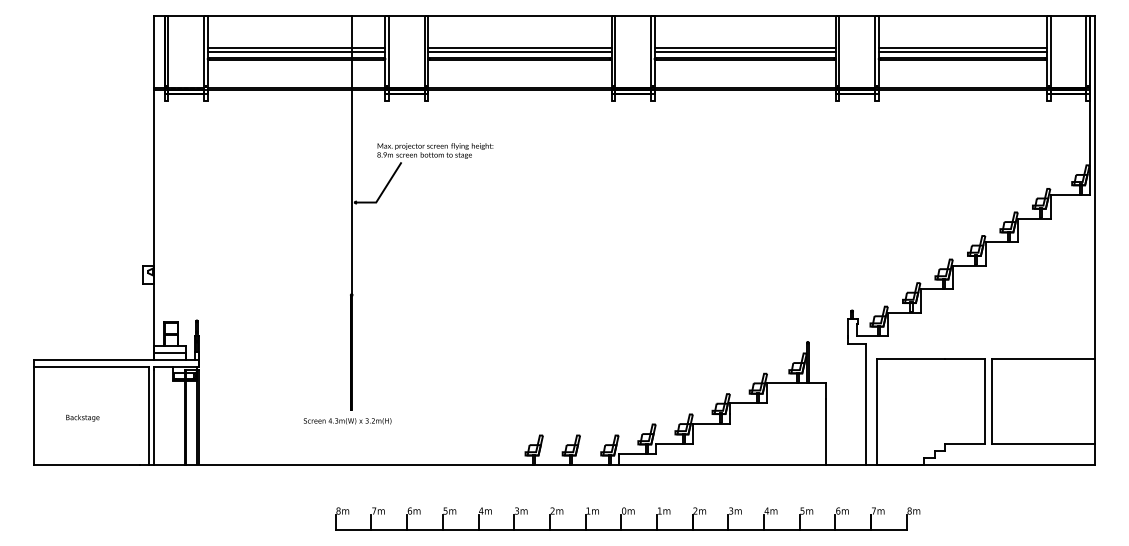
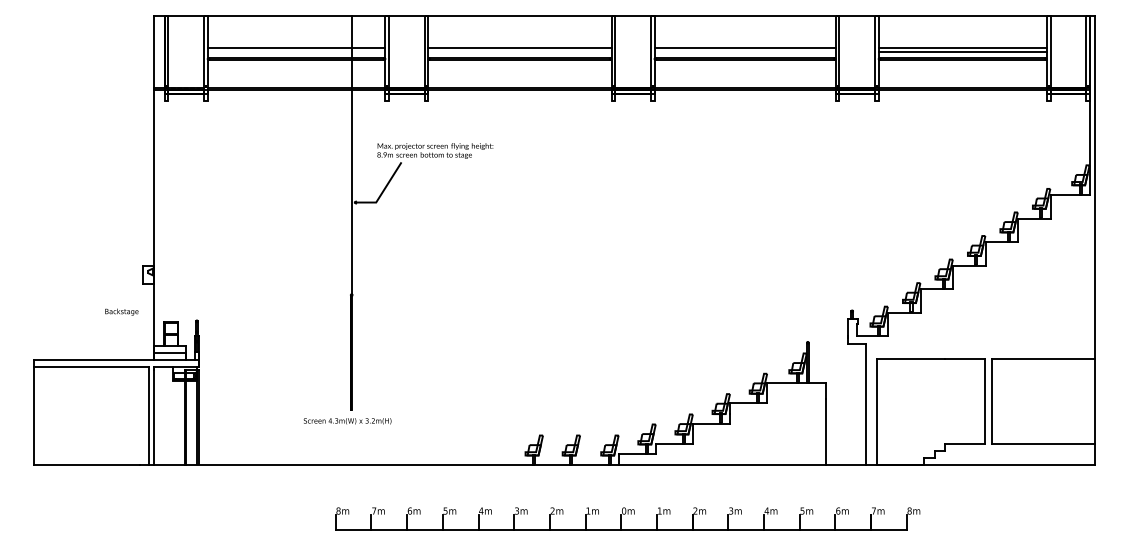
line at (296, 51): present -> none
line at (519, 51): present -> none
line at (744, 51): present -> none
text at (82, 417) position: (82, 417) -> (121, 311)
